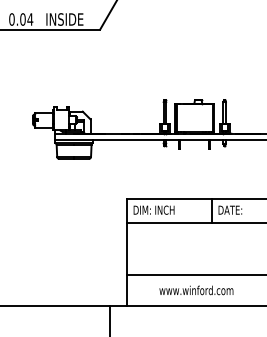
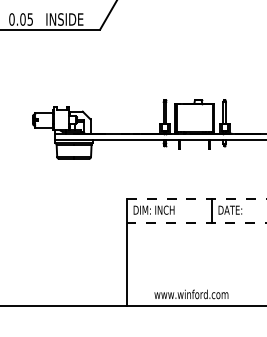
text at (30, 19): 0.04 -> 0.05
line at (196, 198): solid -> dashed
line at (196, 223): solid -> dashed
line at (194, 274): present -> none
text at (196, 290) position: (196, 290) -> (191, 294)
line at (109, 319): present -> none
